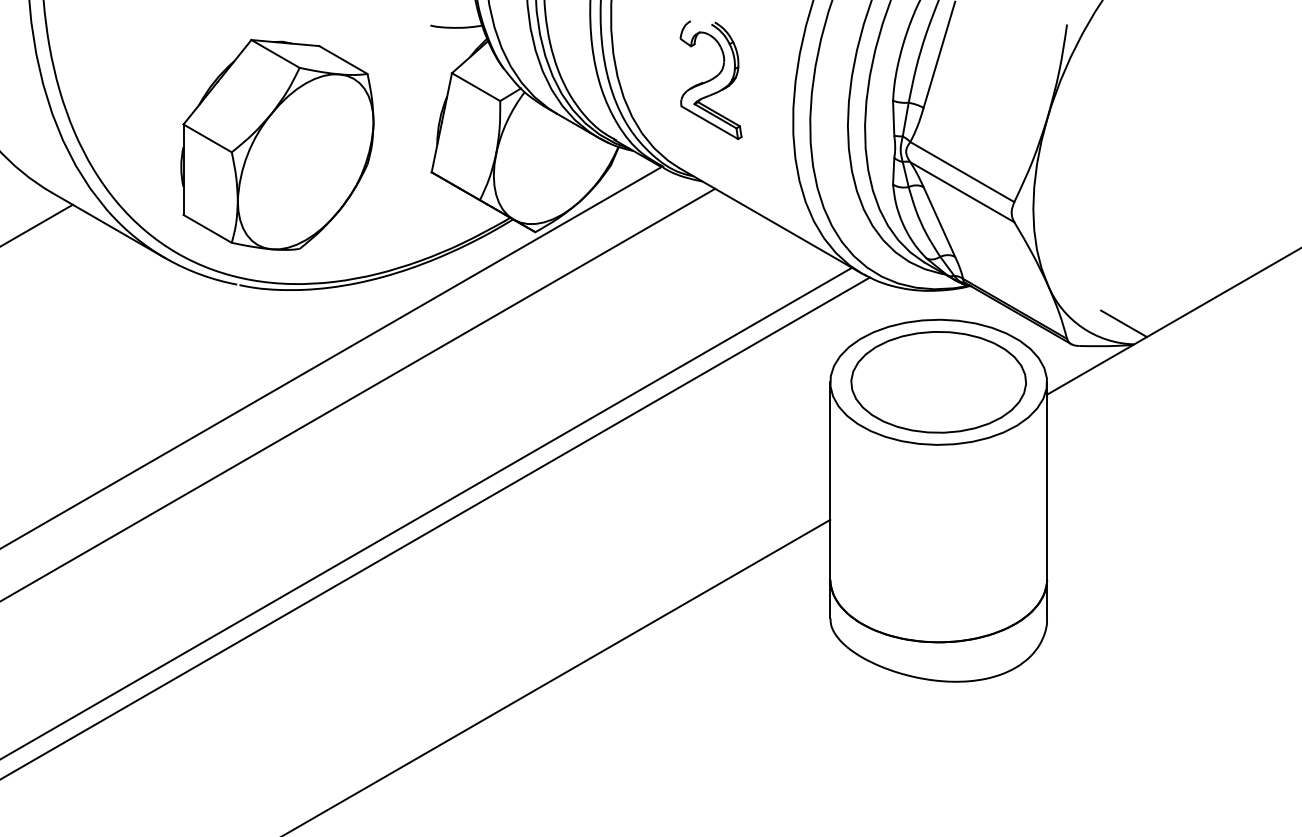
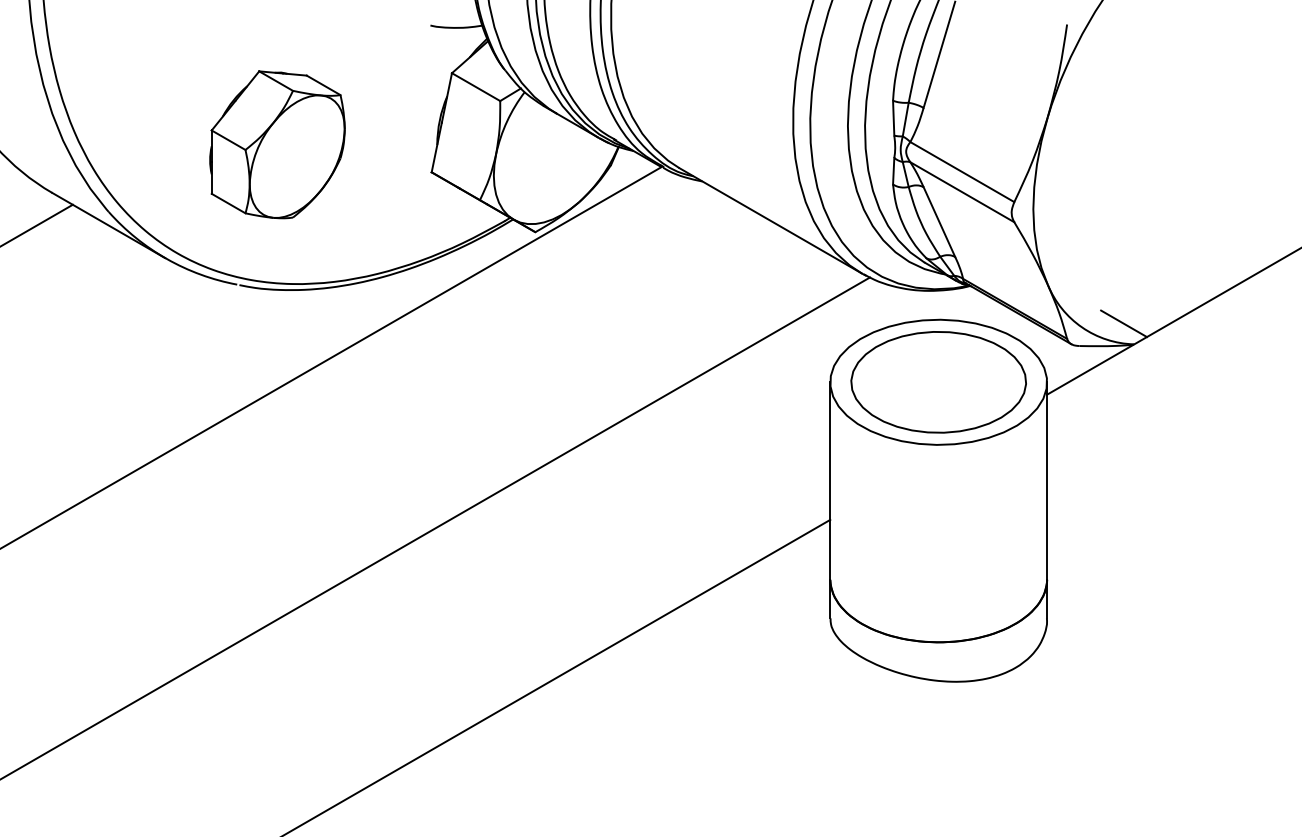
part at (710, 80): present -> none
part at (277, 144) size: 195x213 px -> 137x150 px
line at (358, 394): present -> none
line at (427, 512): present -> none
